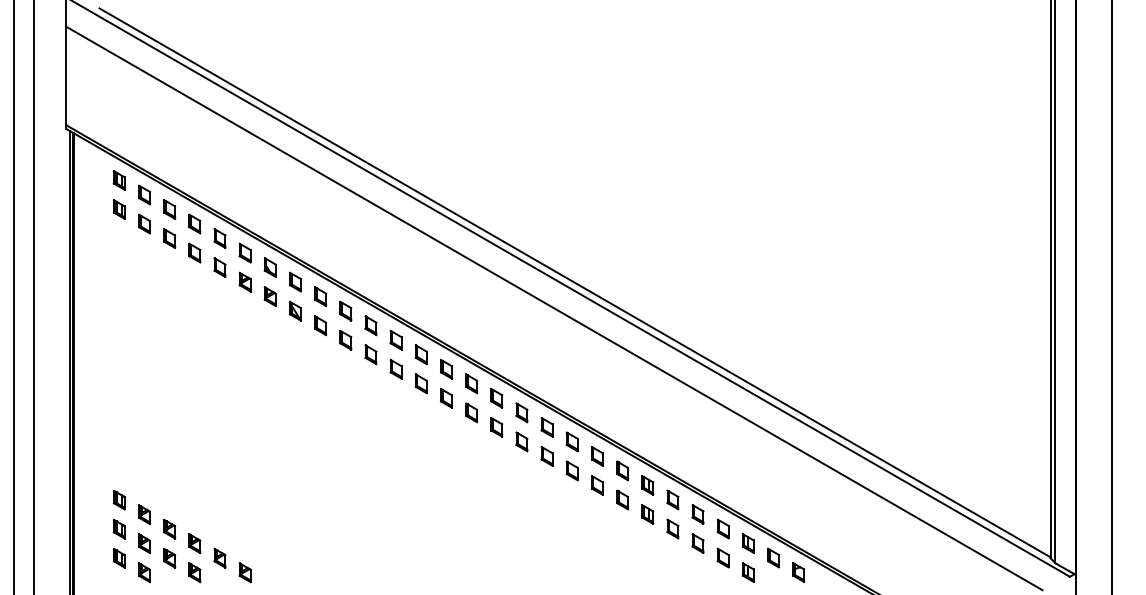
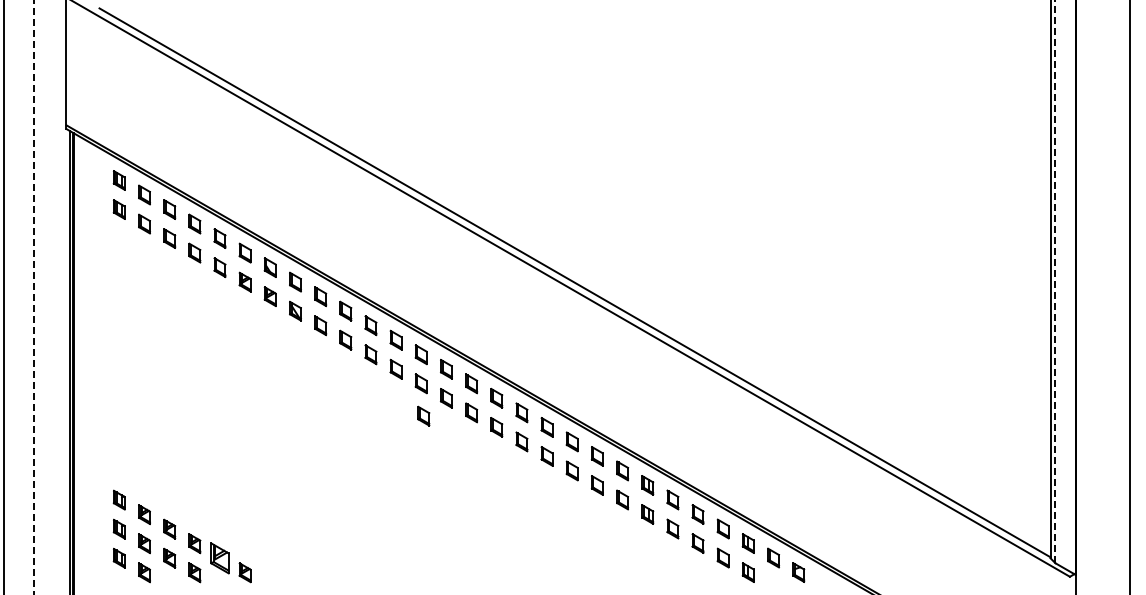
line at (1055, 282): solid -> dashed
line at (14, 296) position: (14, 296) -> (4, 296)
line at (1111, 296) position: (1111, 296) -> (1129, 296)
line at (34, 297): solid -> dashed
line at (554, 308): present -> none
part at (423, 415): none -> present
part at (219, 557) size: 14x22 px -> 20x33 px
